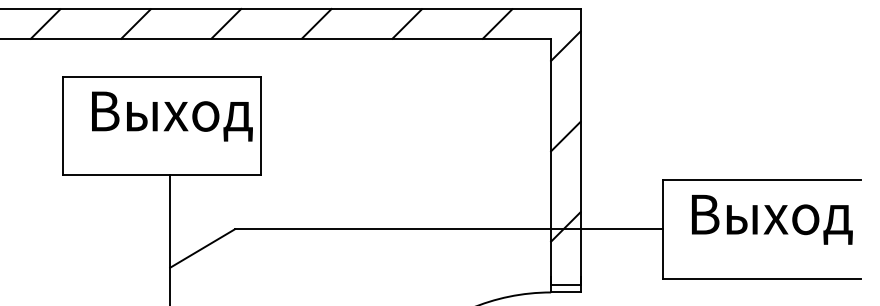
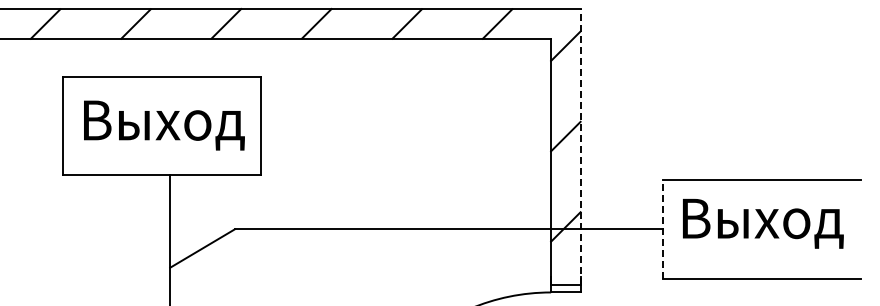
text at (172, 116) position: (172, 116) -> (164, 125)
line at (580, 146): solid -> dashed
text at (772, 219) position: (772, 219) -> (763, 223)
line at (663, 228): solid -> dashed
